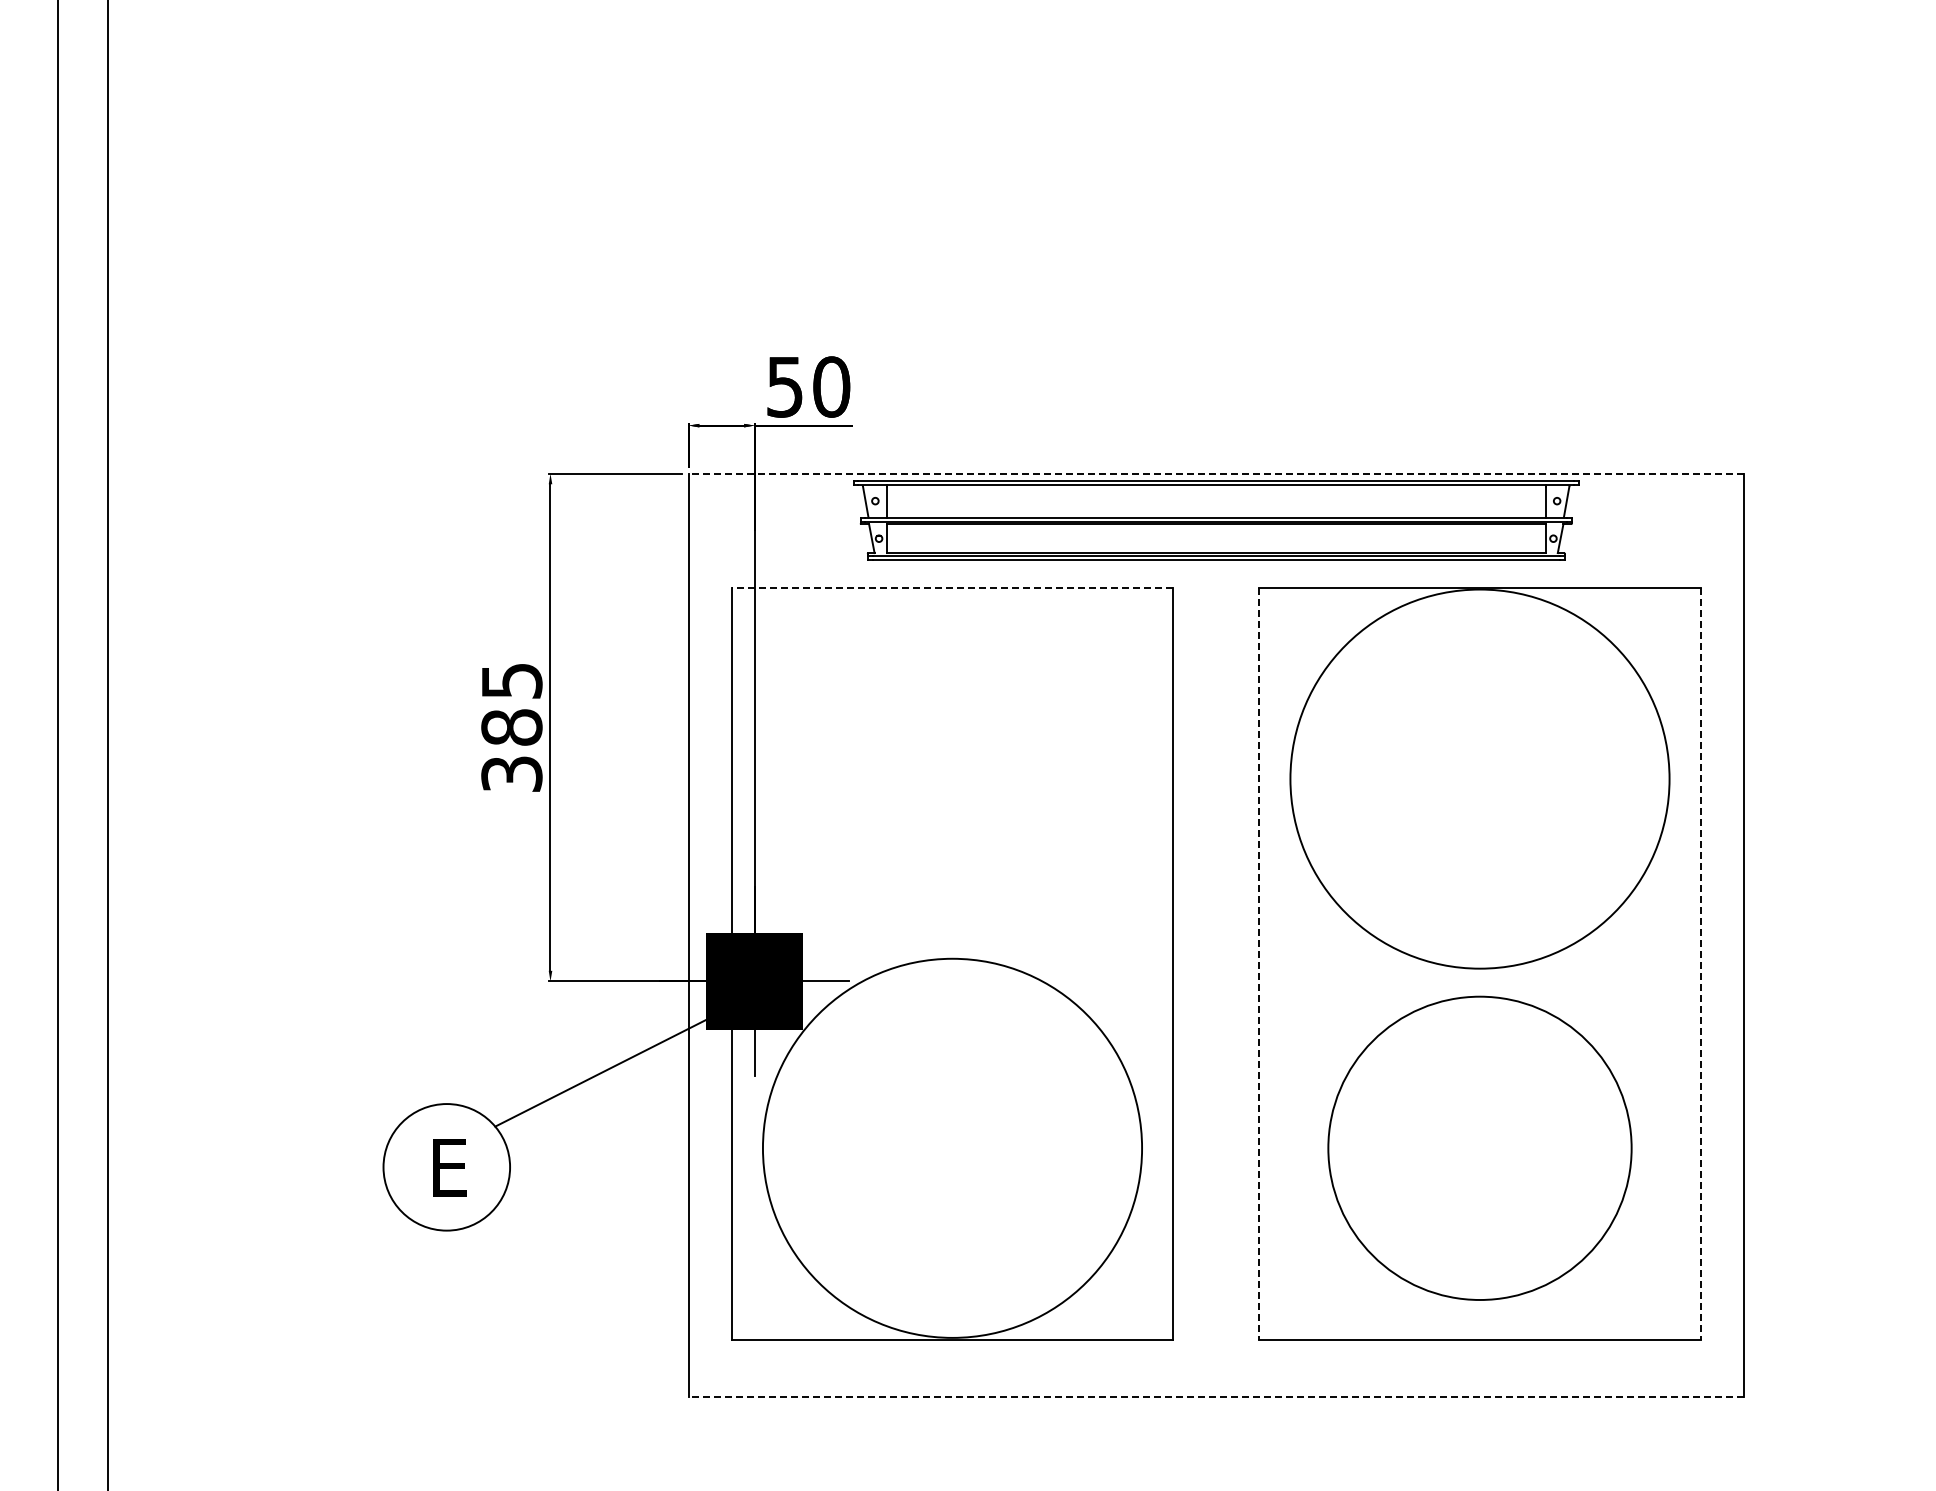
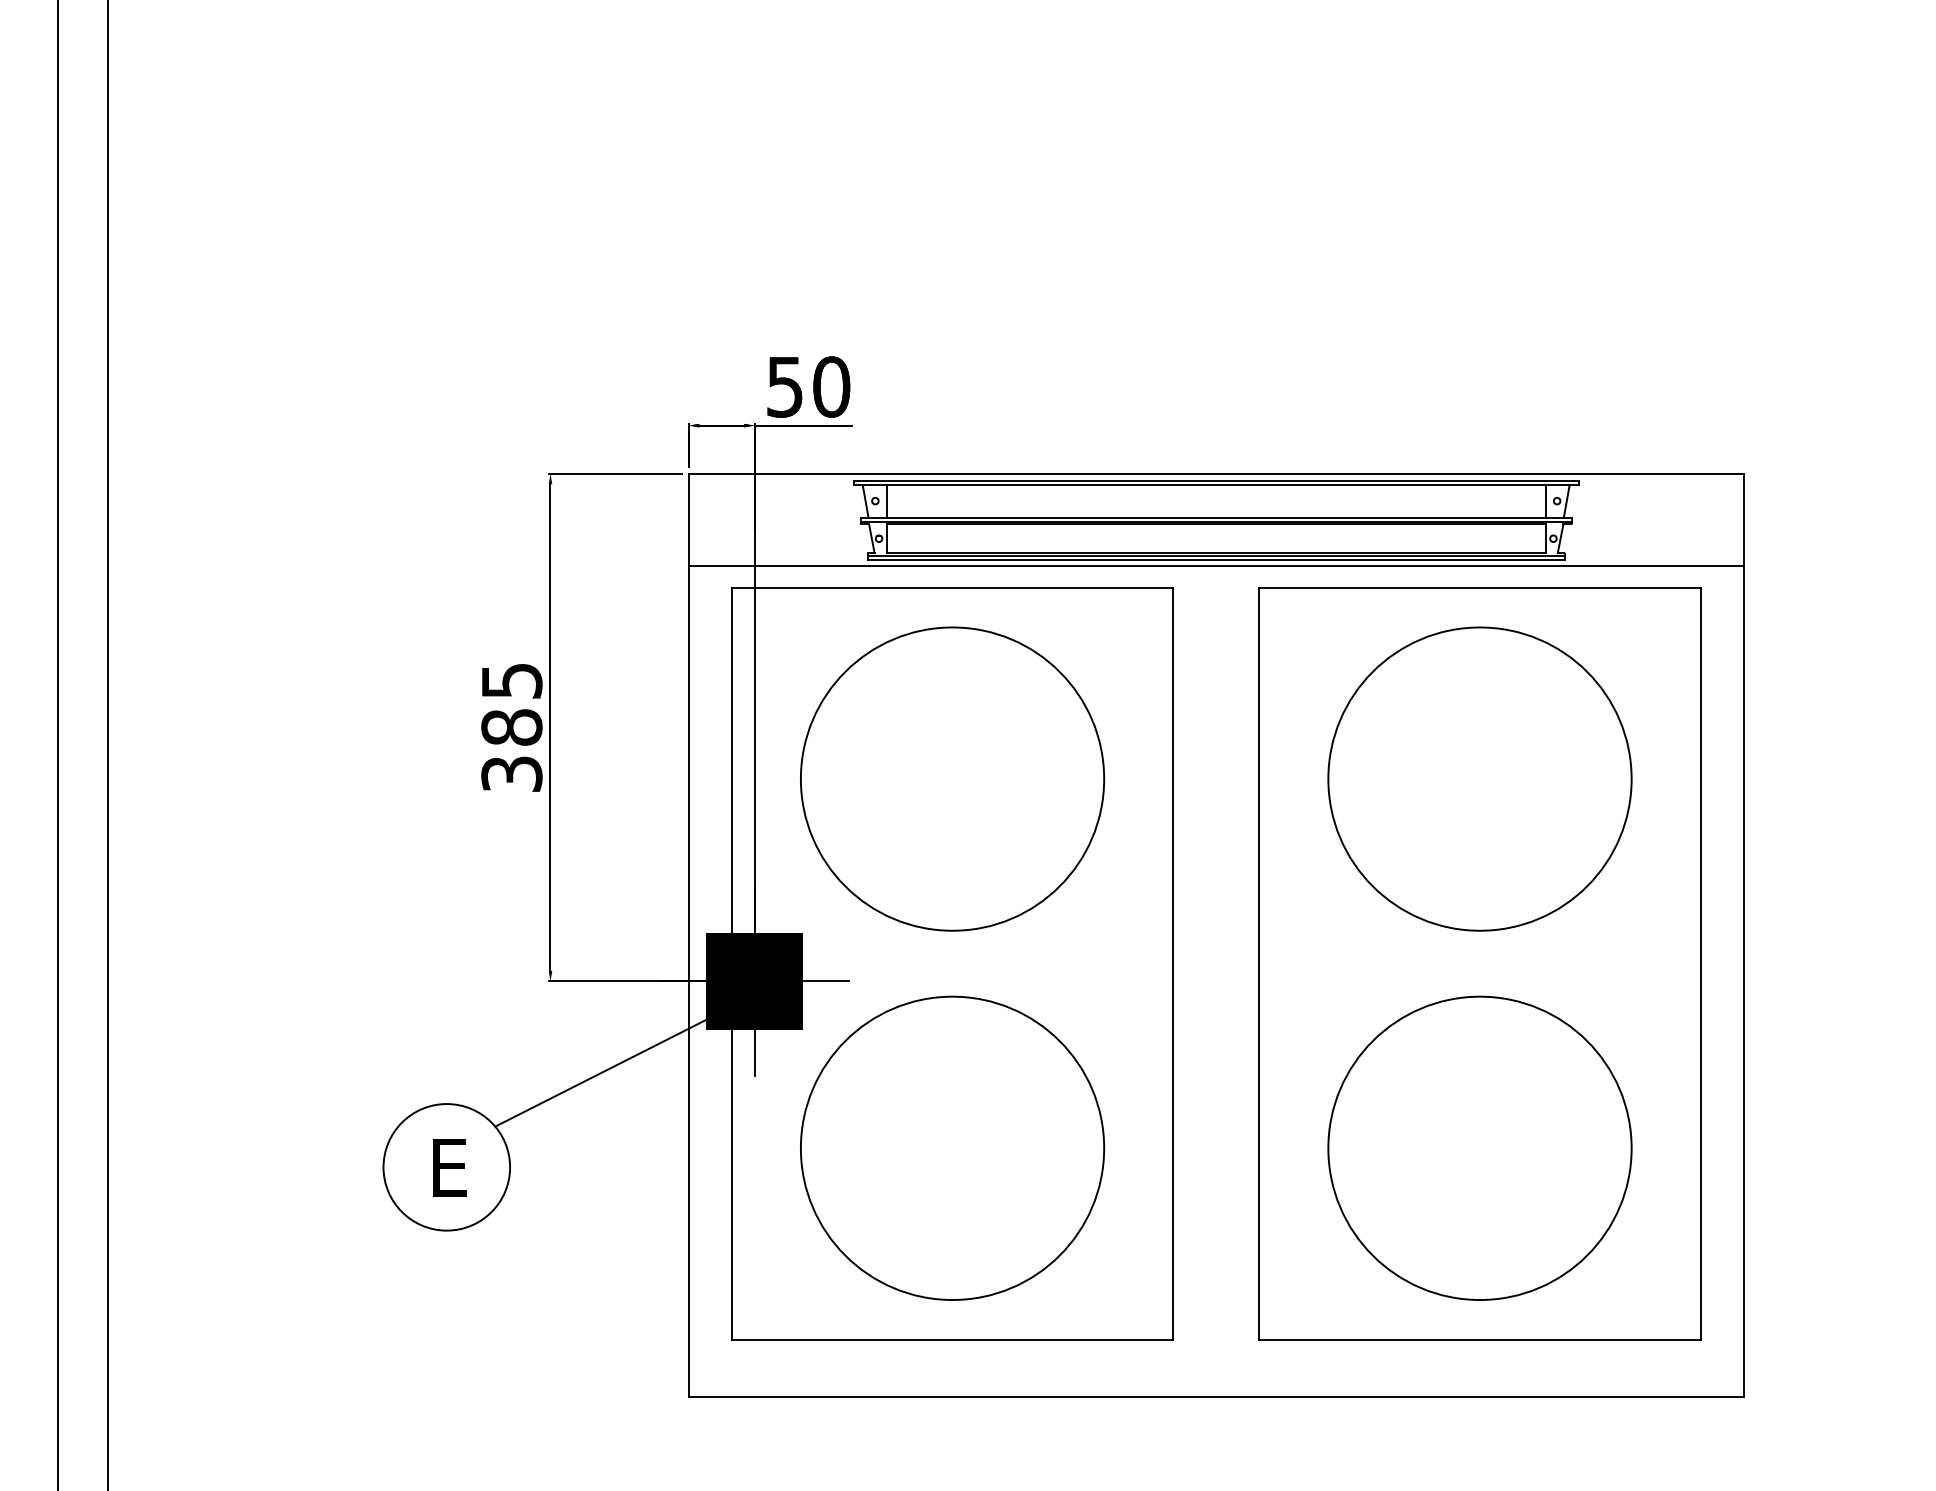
line at (1215, 473): dashed -> solid
line at (1215, 566): none -> present
line at (952, 587): dashed -> solid
circle at (952, 778): none -> present
circle at (1479, 778) diameter: 379 px -> 303 px
line at (1259, 963): dashed -> solid
line at (1700, 963): dashed -> solid
circle at (952, 1147) diameter: 379 px -> 303 px
line at (1215, 1396): dashed -> solid
